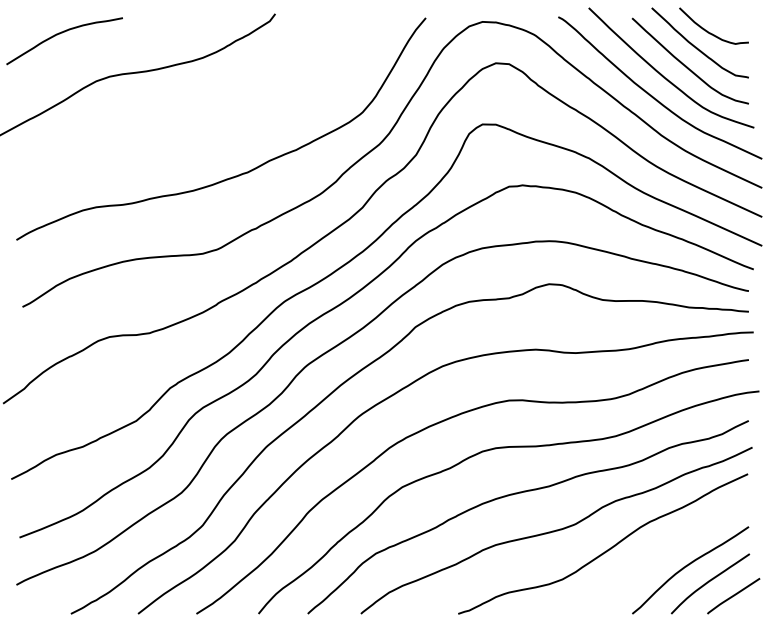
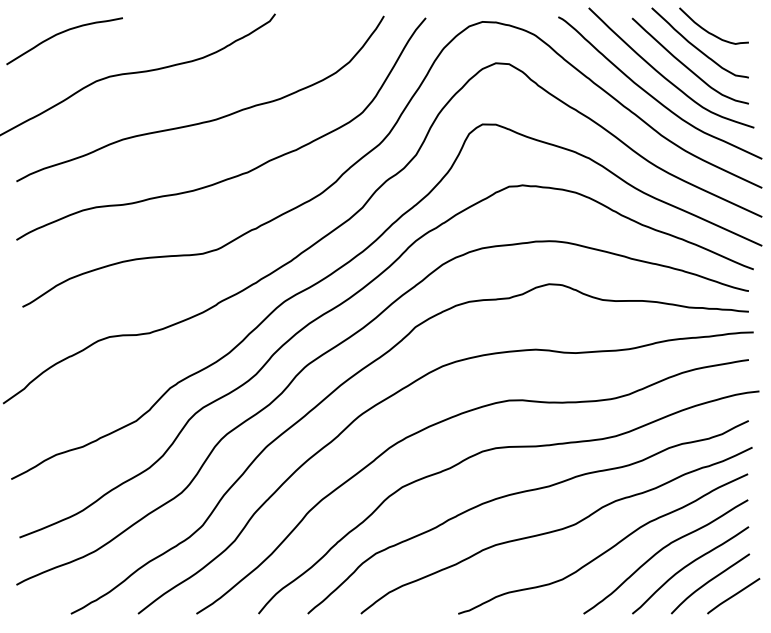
curve at (207, 120): none -> present
curve at (660, 551): none -> present
